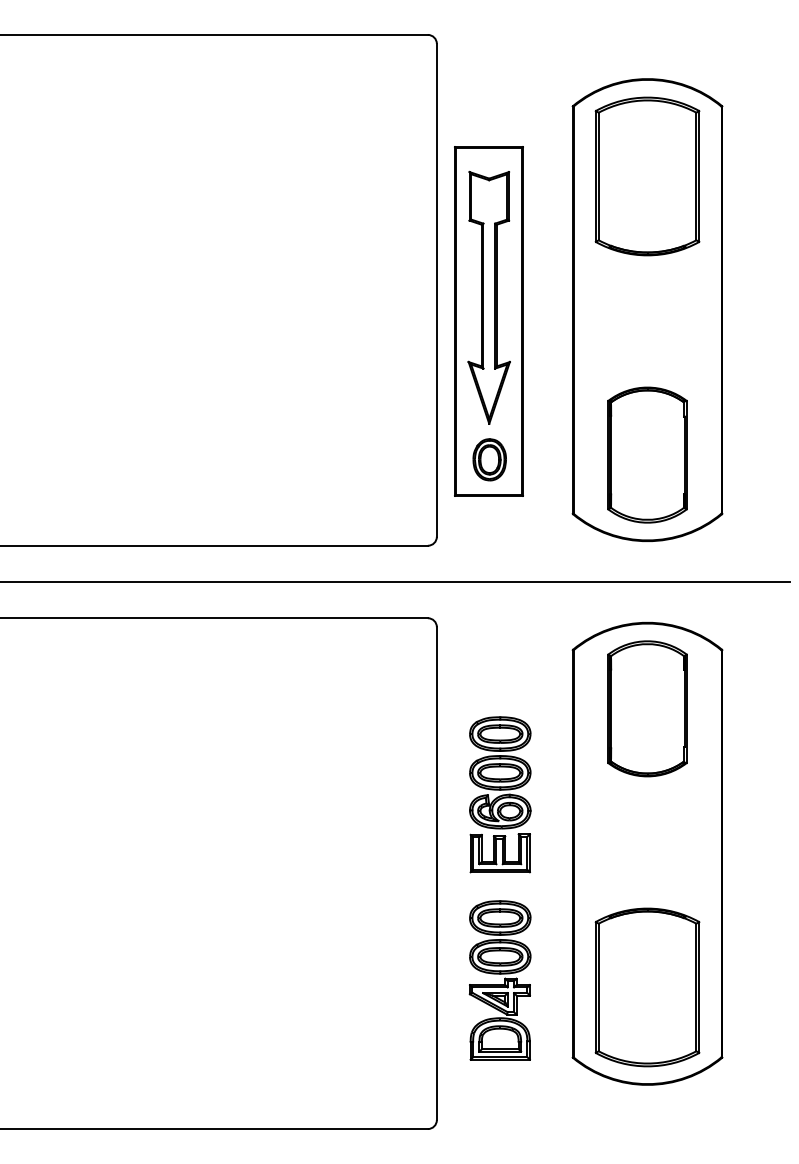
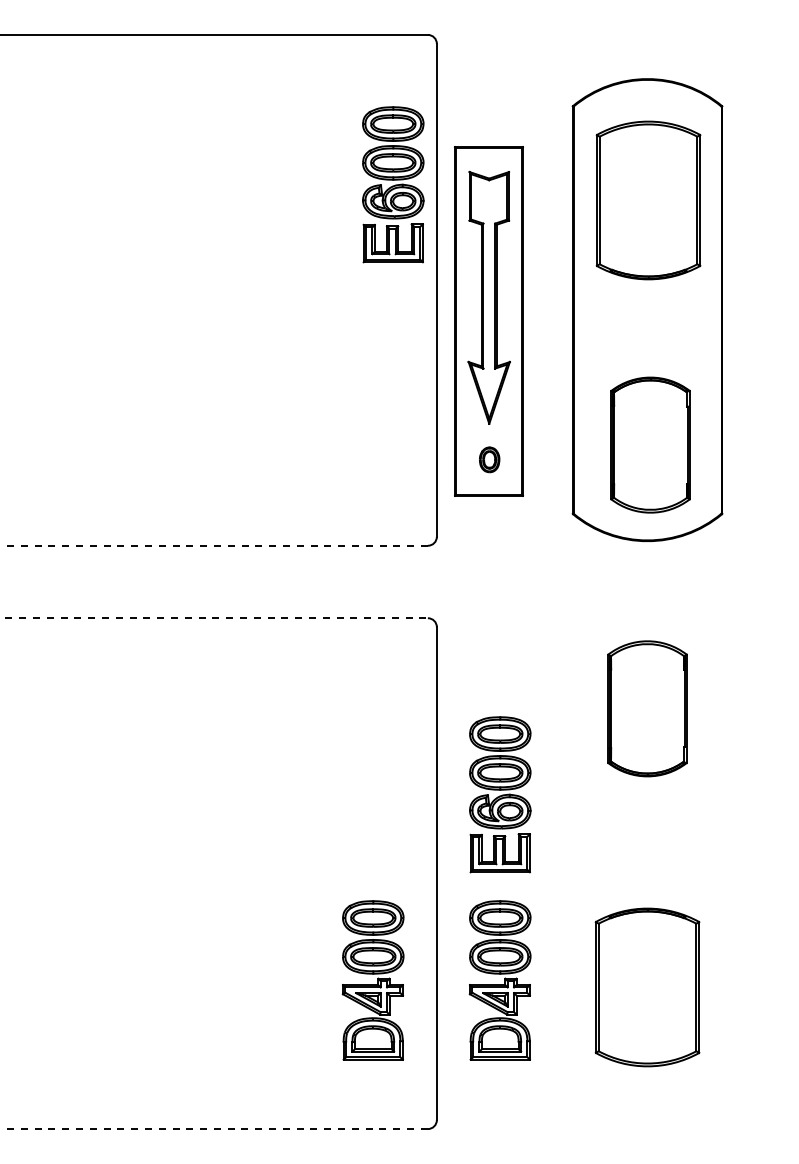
part at (647, 176) position: (647, 176) -> (648, 200)
part at (393, 184): none -> present
part at (647, 454) position: (647, 454) -> (650, 444)
part at (489, 459) size: 35x44 px -> 22x28 px
line at (214, 545): solid -> dashed
line at (396, 581): present -> none
line at (214, 618): solid -> dashed
part at (647, 853): present -> none
part at (372, 980): none -> present
line at (213, 1129): solid -> dashed
